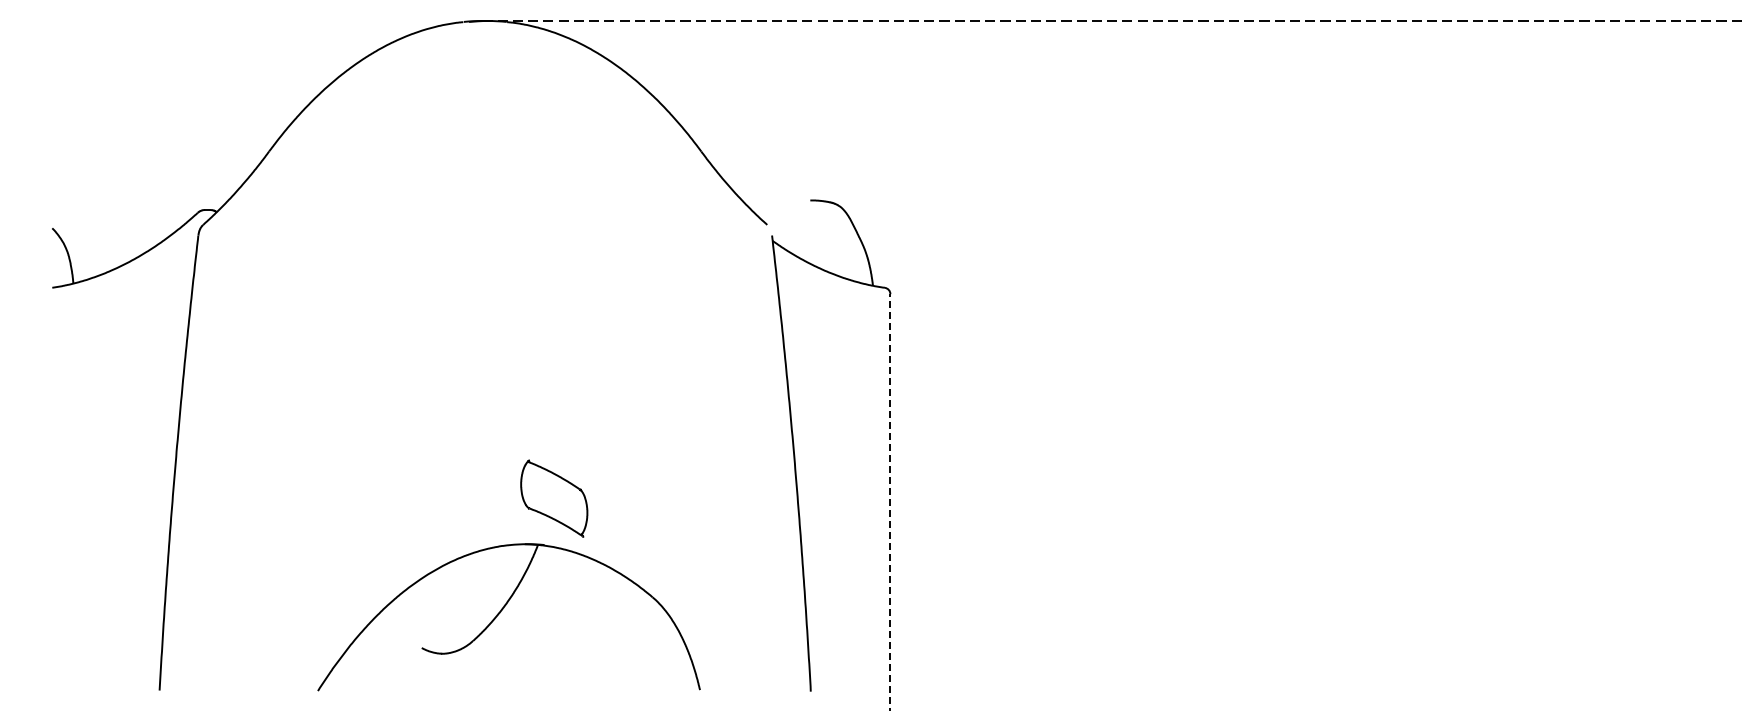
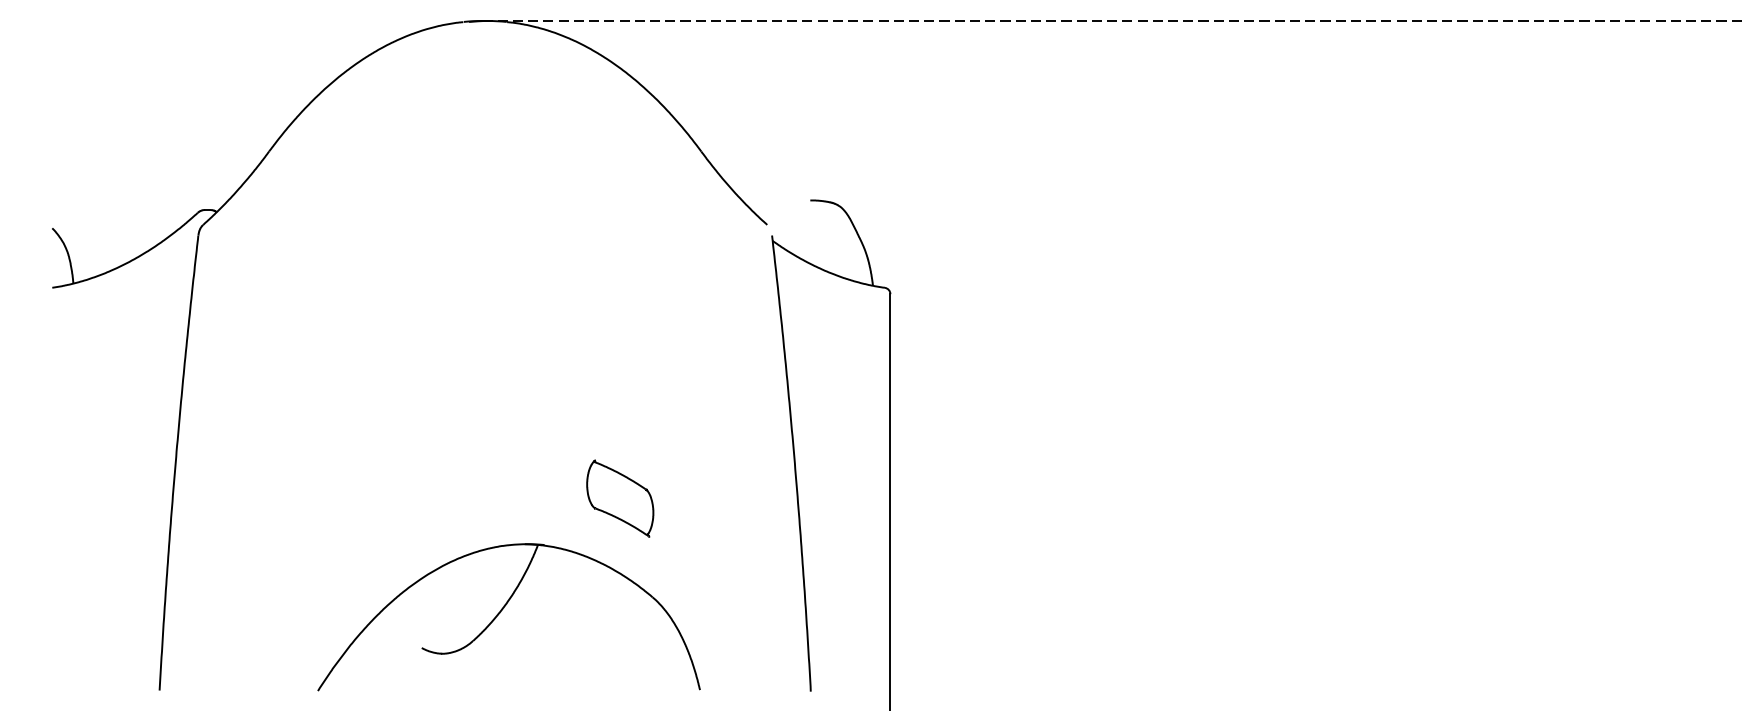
part at (554, 498) position: (554, 498) -> (620, 498)
line at (890, 501): dashed -> solid
